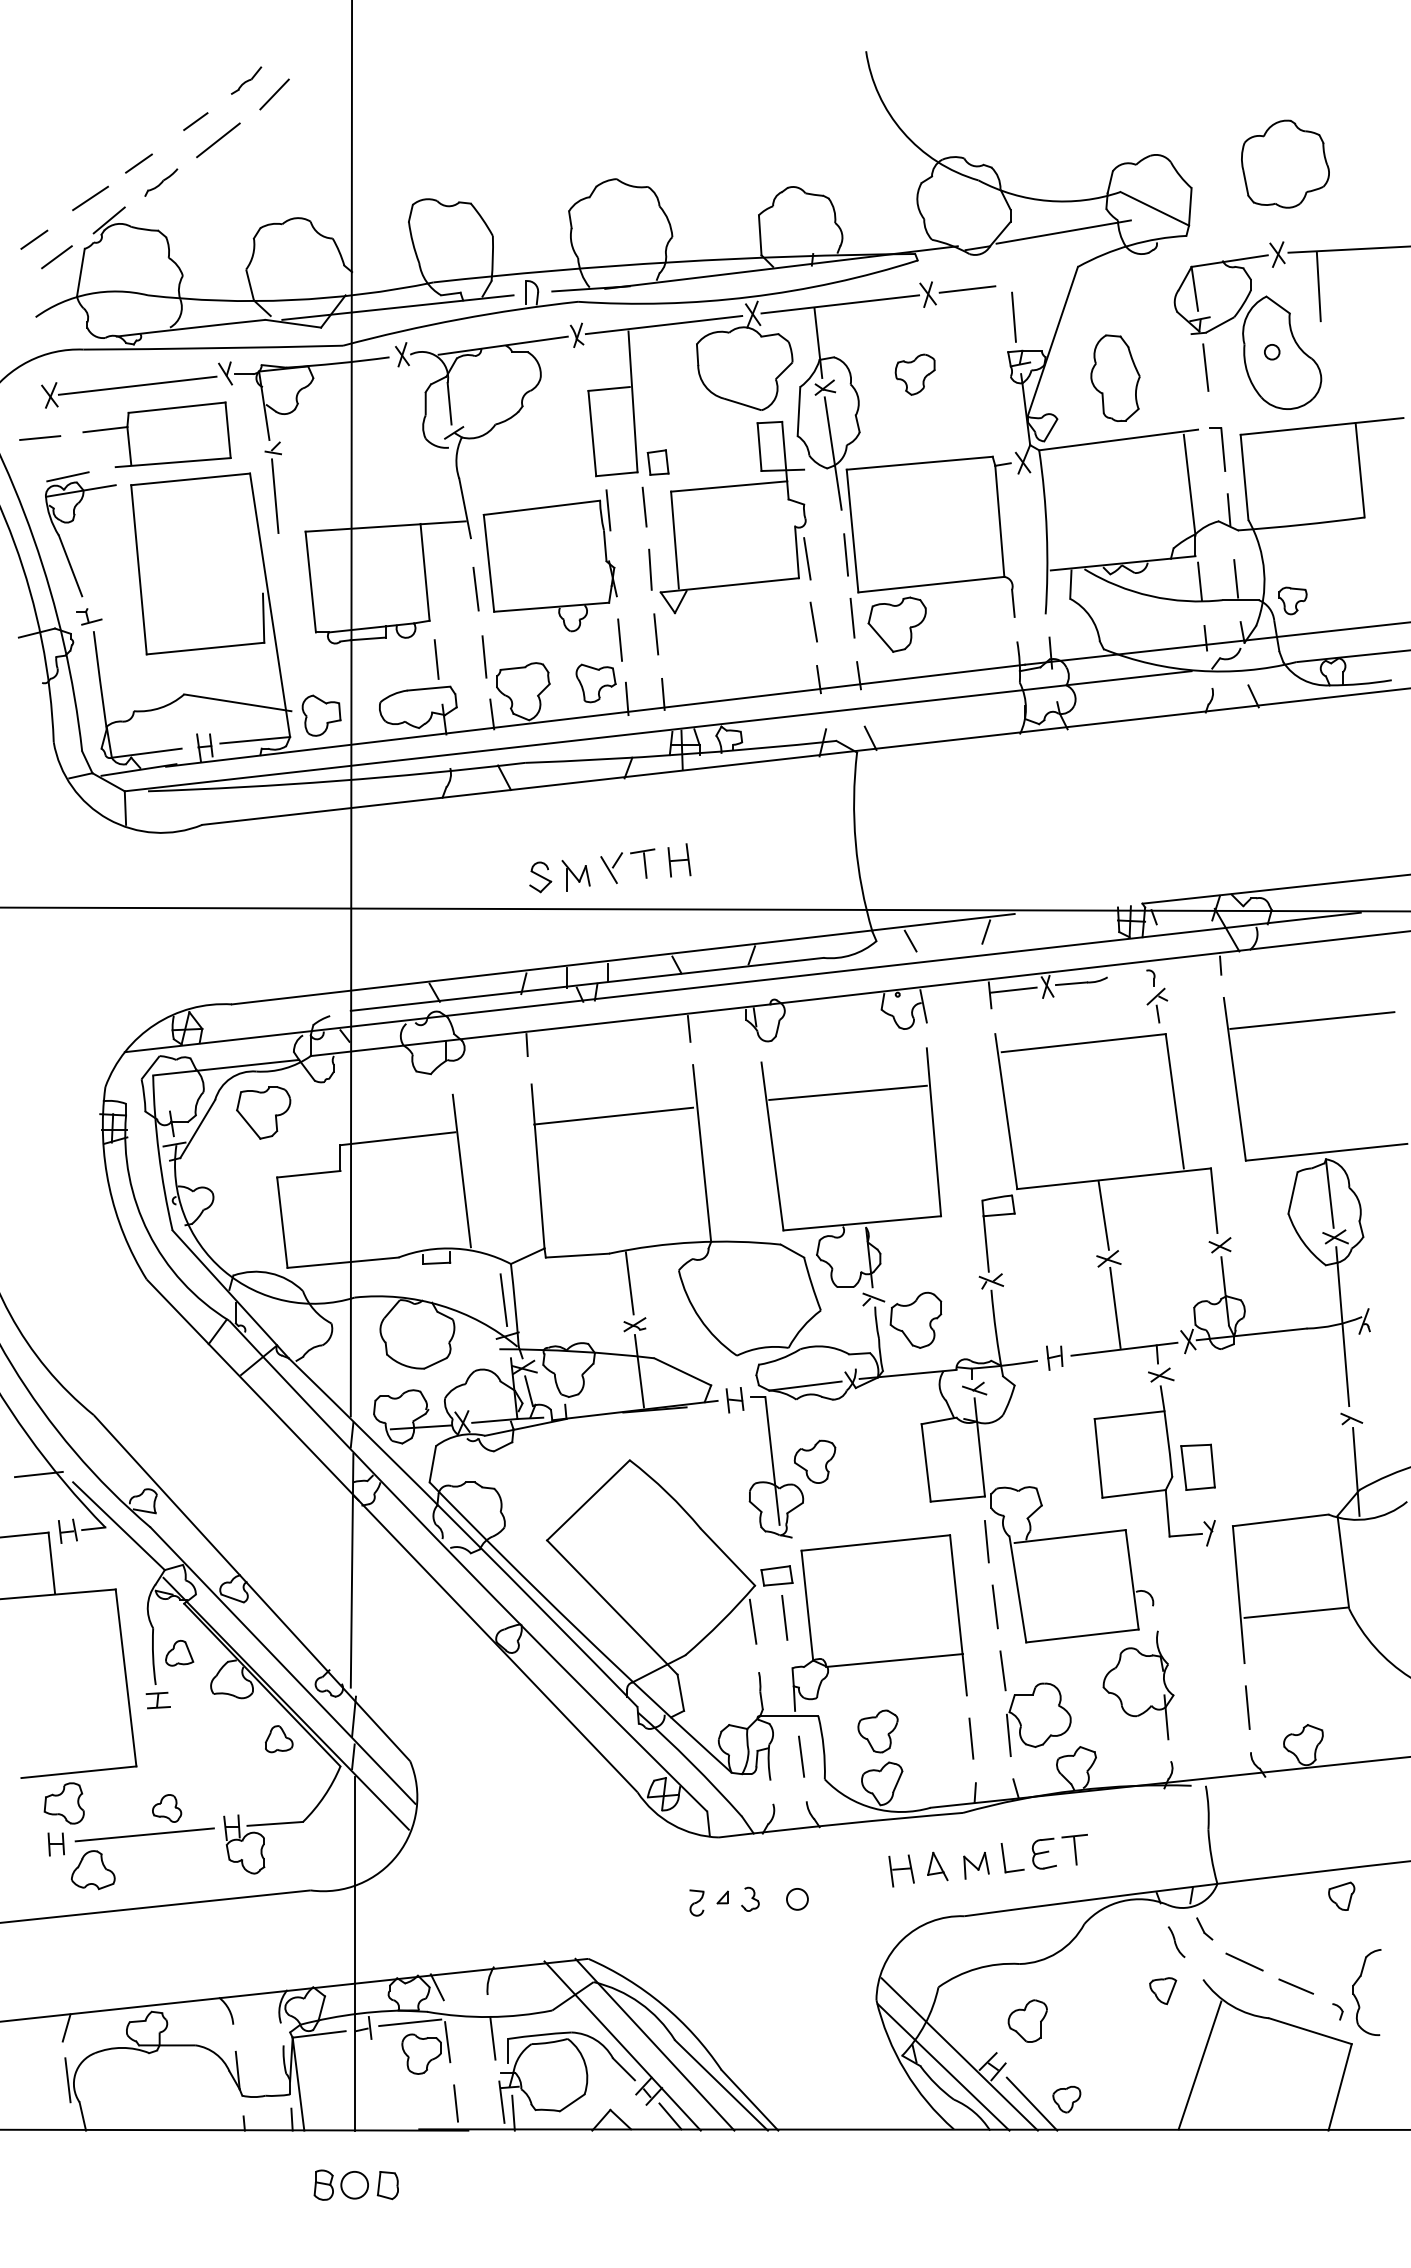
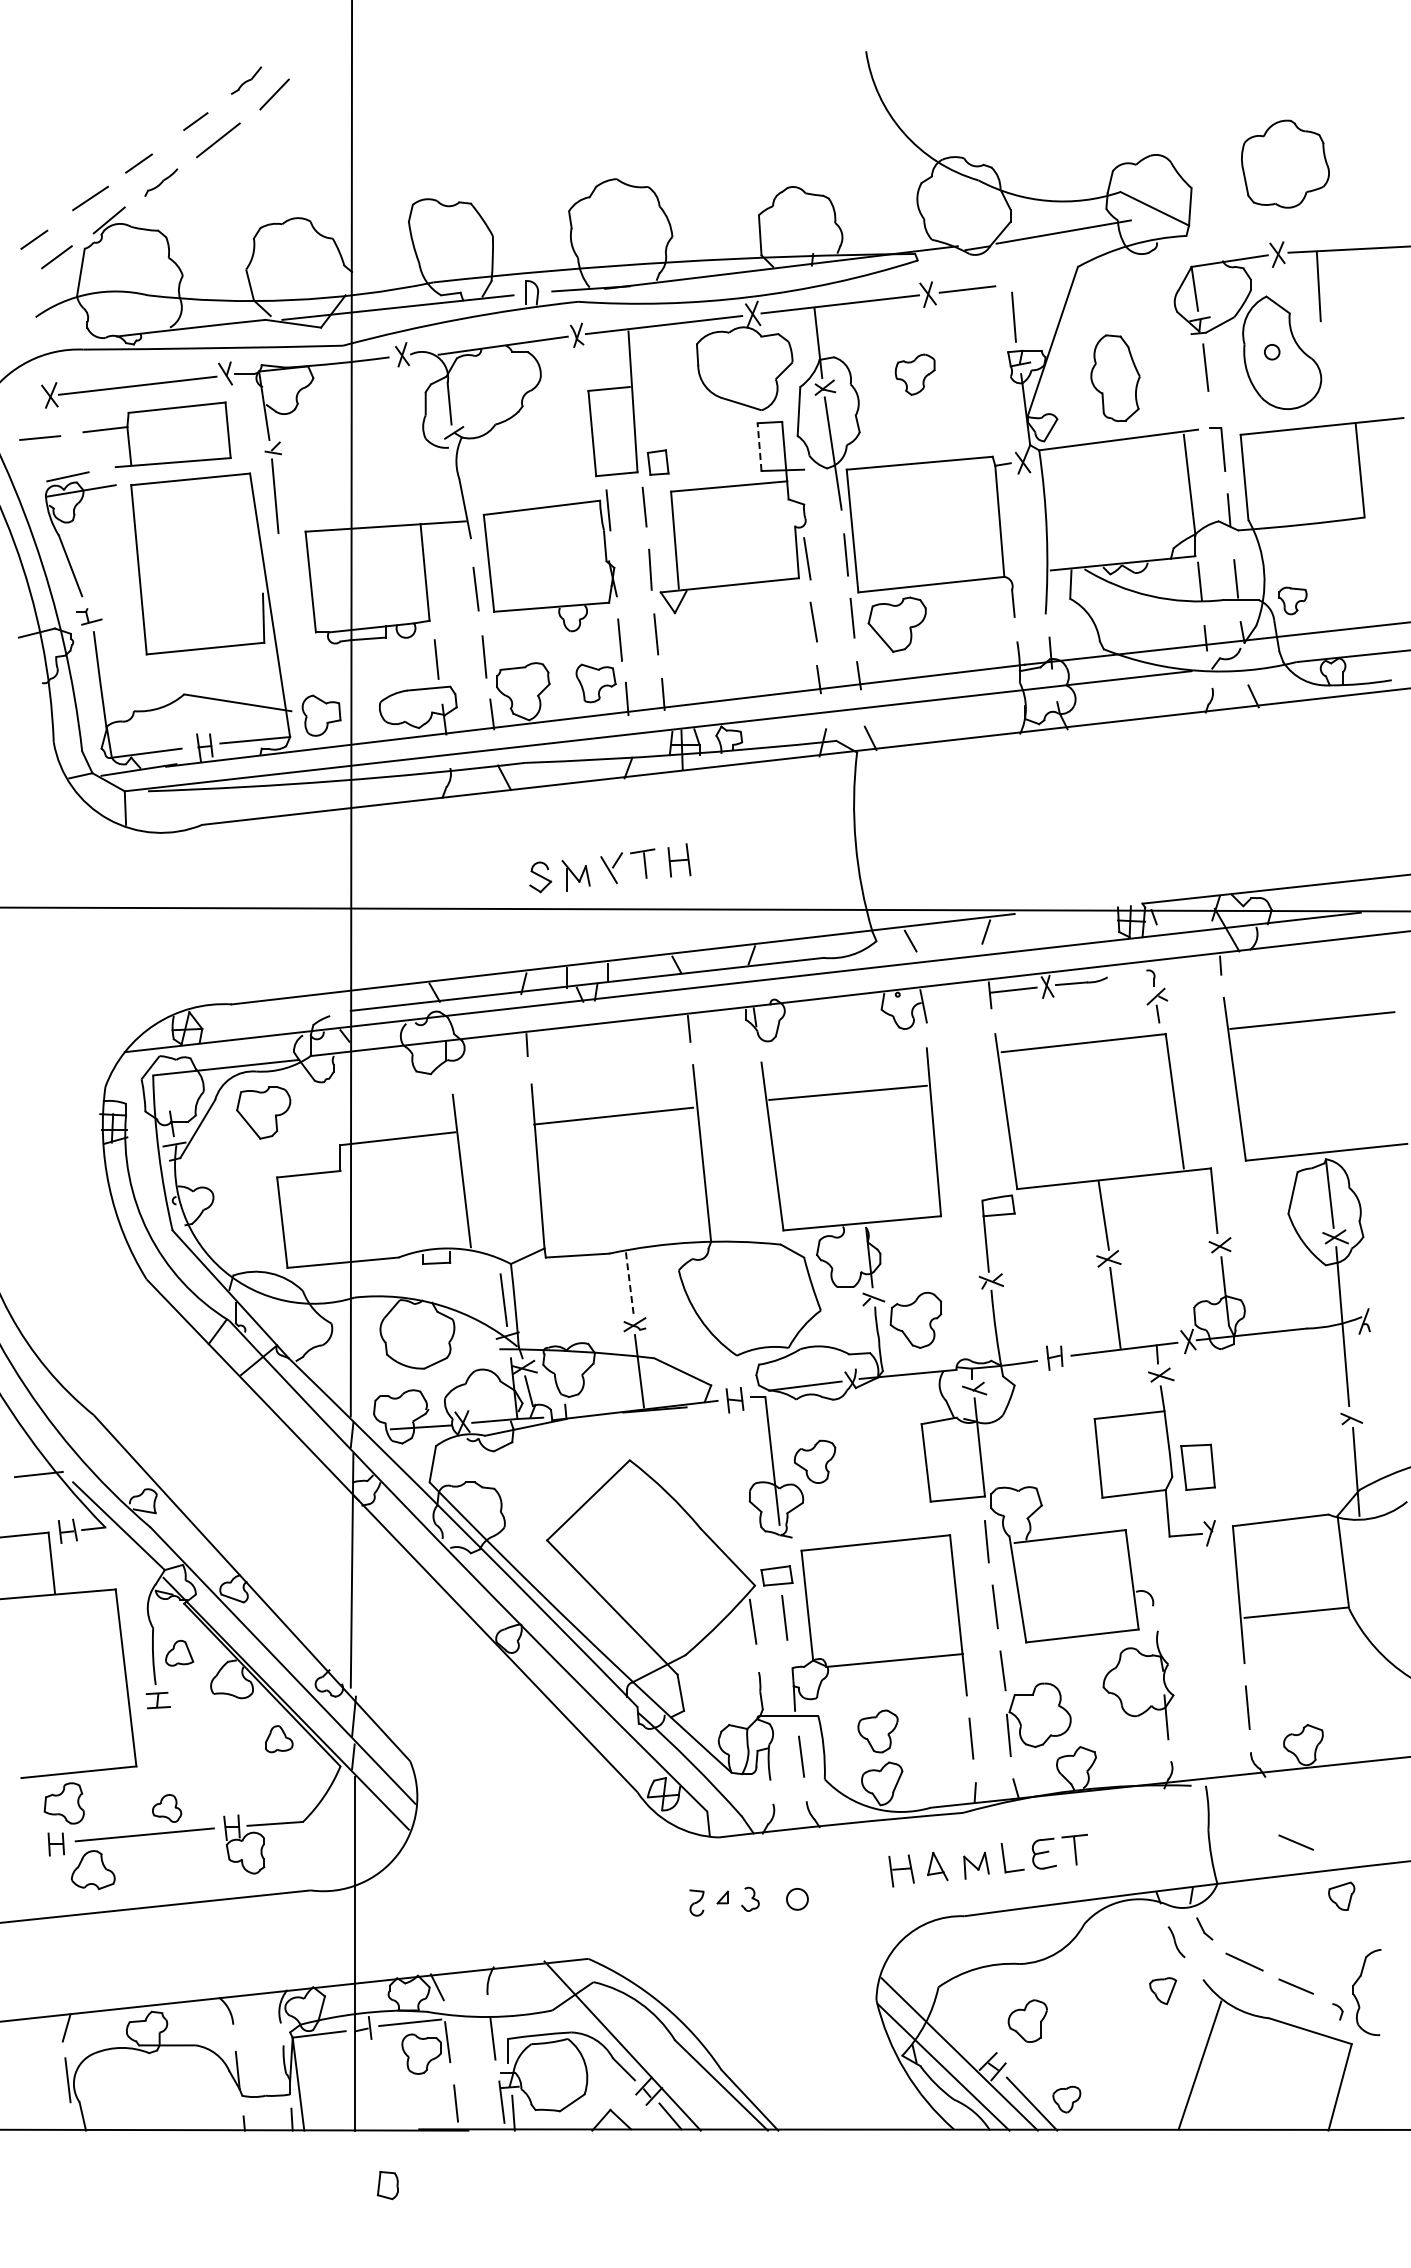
line at (759, 447): solid -> dashed
line at (629, 1283): solid -> dashed
line at (1295, 1842): none -> present
line at (654, 2044): present -> none
part at (340, 2184): present -> none
